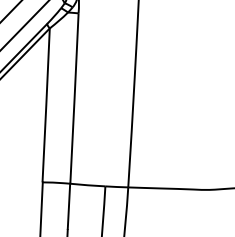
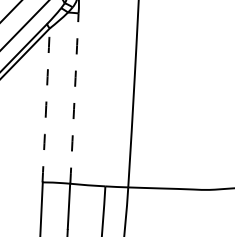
arc at (74, 98): solid -> dashed
arc at (46, 105): solid -> dashed
